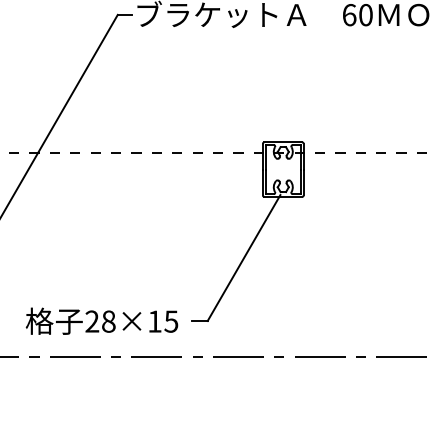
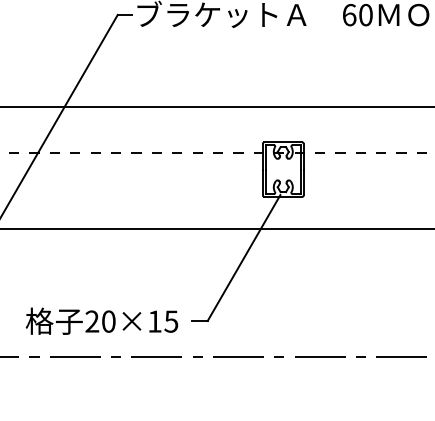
line at (216, 107): none -> present
line at (216, 229): none -> present
text at (108, 321): 28×15 -> 20×15
